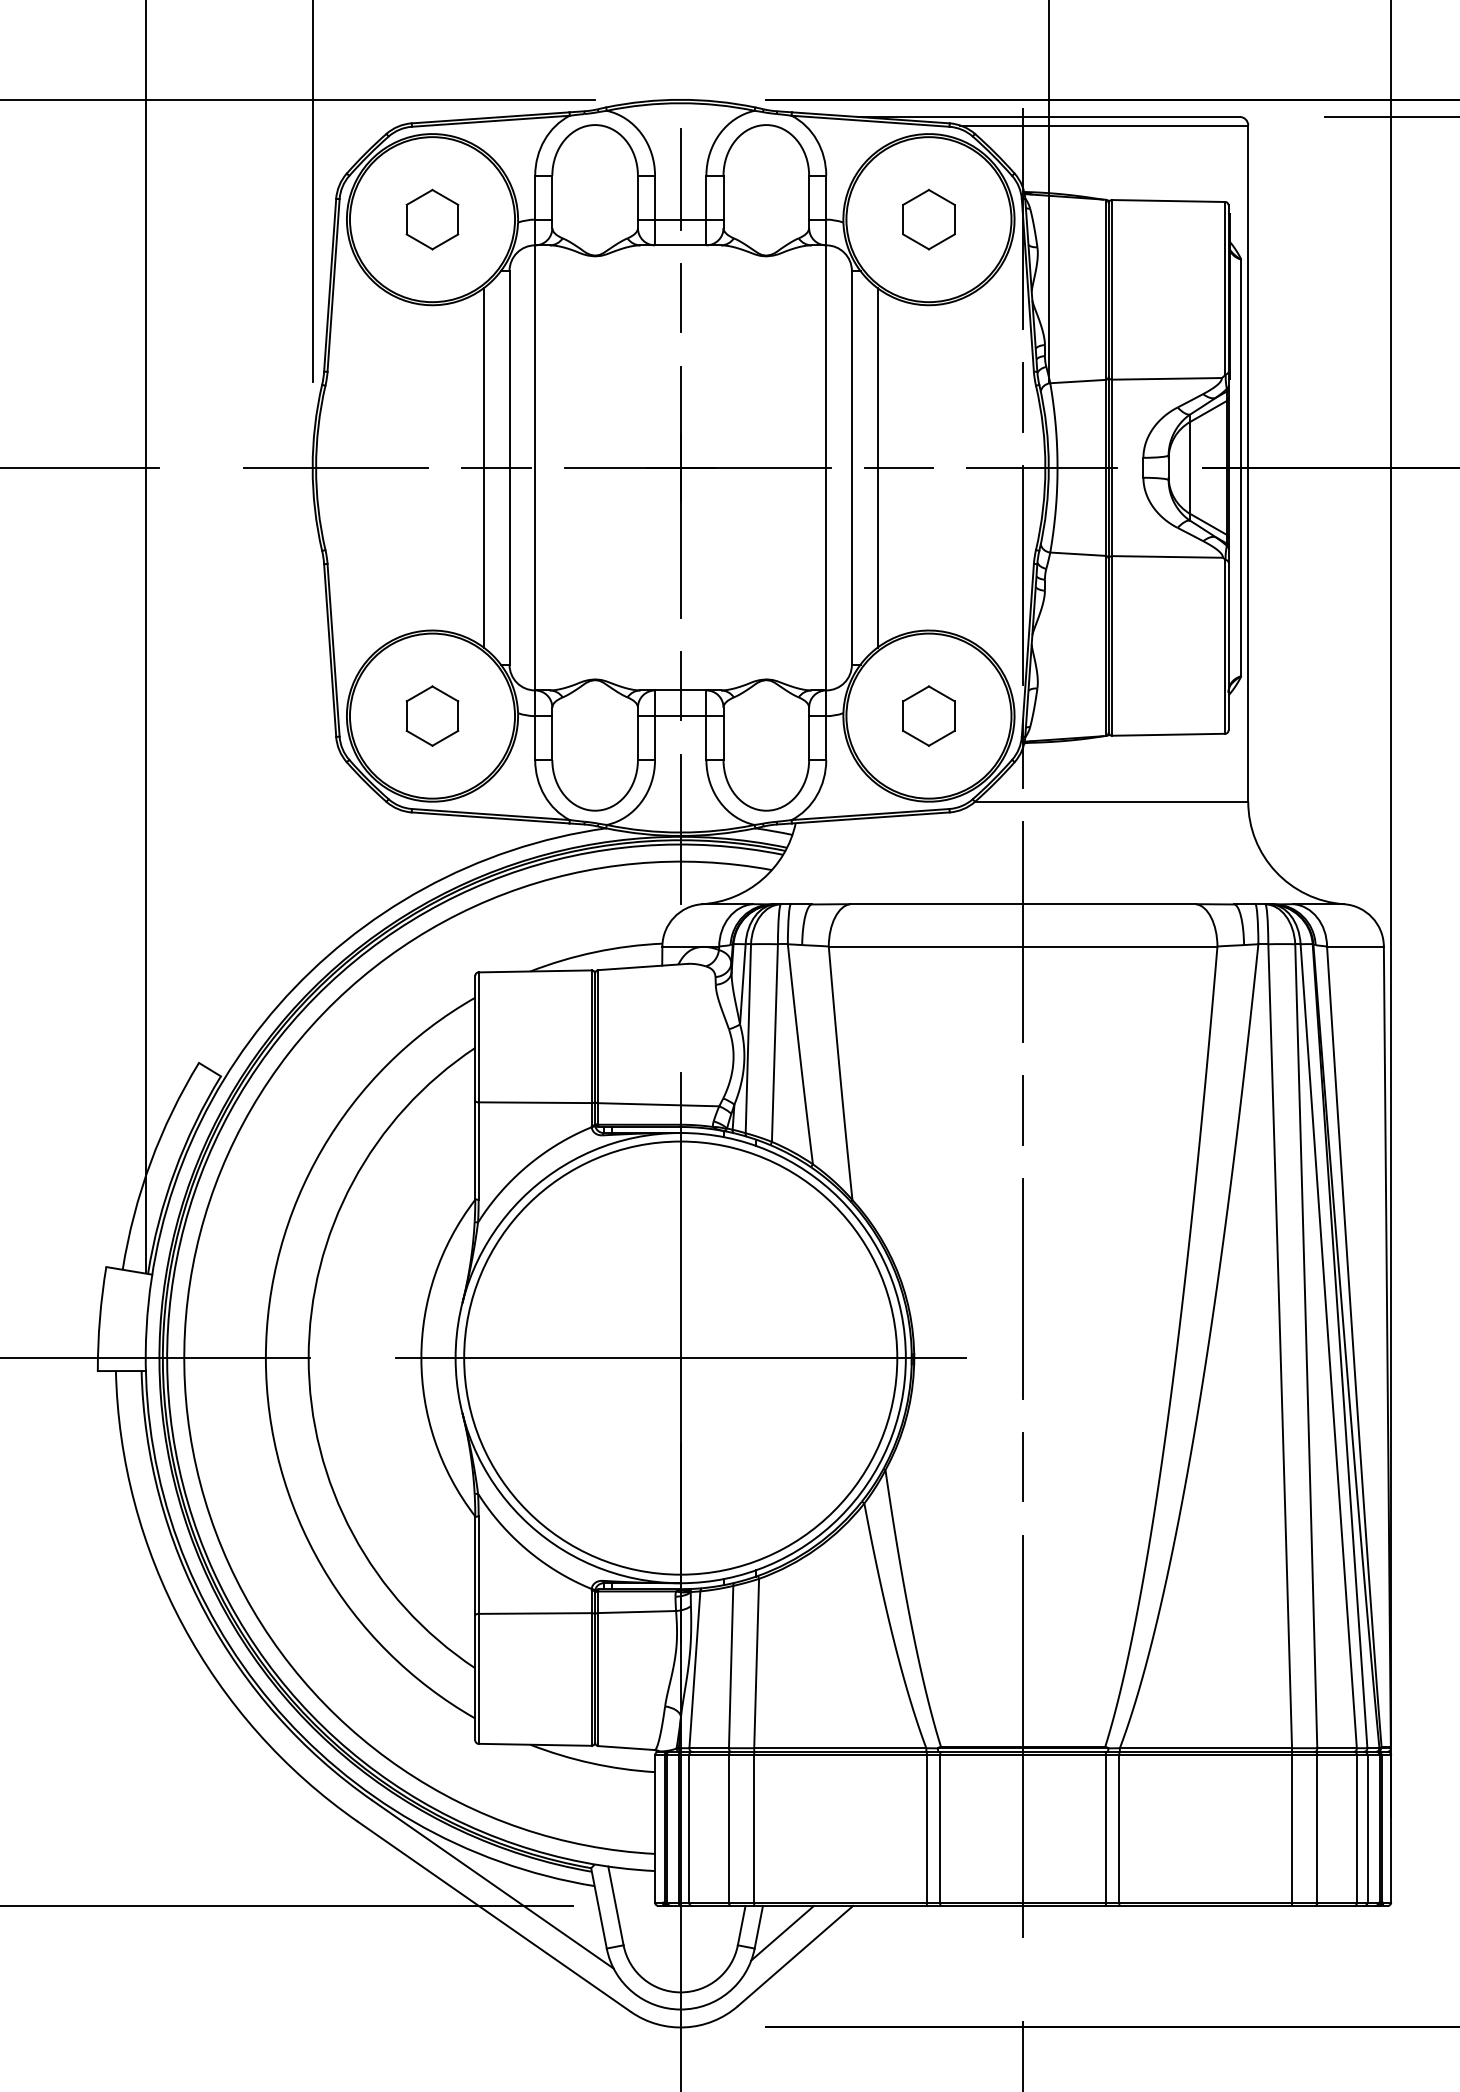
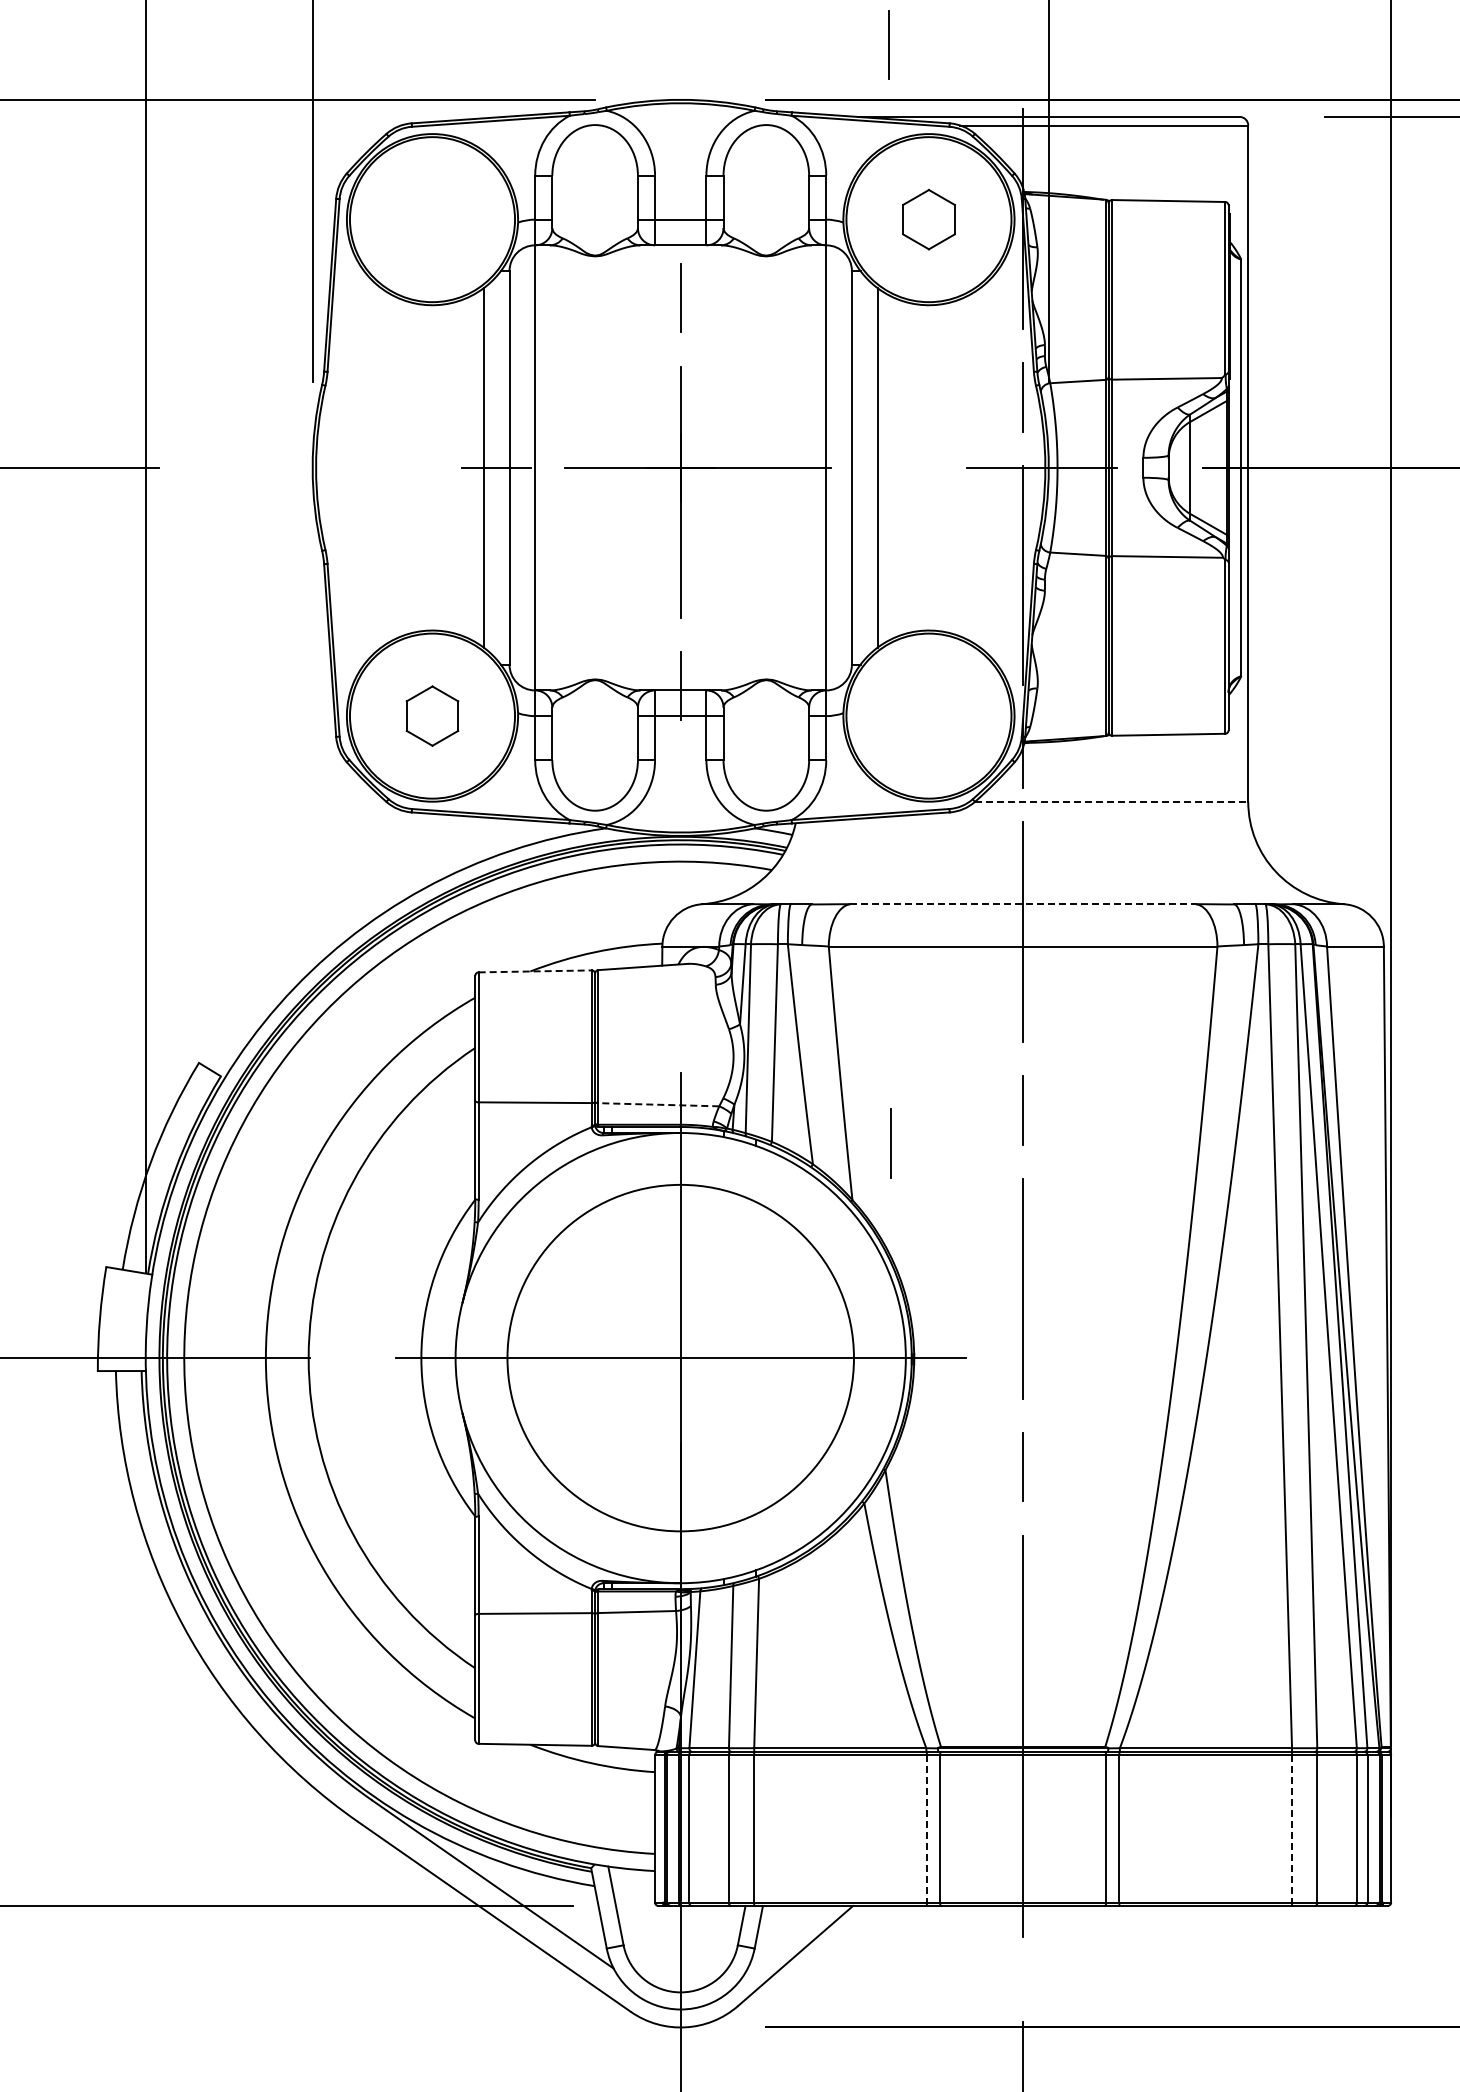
line at (888, 44): none -> present
line at (680, 178): present -> none
part at (432, 219): present -> none
line at (336, 467): present -> none
line at (898, 467): present -> none
part at (928, 715): present -> none
line at (1111, 801): solid -> dashed
line at (680, 829): present -> none
line at (1023, 904): solid -> dashed
line at (535, 971): solid -> dashed
line at (658, 1104): solid -> dashed
line at (890, 1143): none -> present
circle at (680, 1357) diameter: 433 px -> 346 px
line at (926, 1828): solid -> dashed
line at (1292, 1828): solid -> dashed
line at (782, 1932): present -> none
